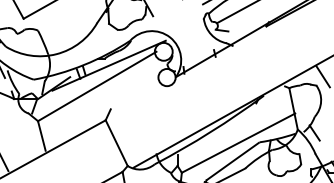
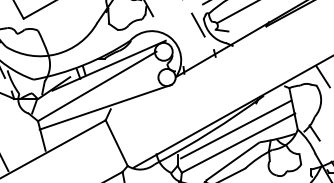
line at (198, 24): none -> present
line at (105, 106): none -> present
line at (236, 129): none -> present
